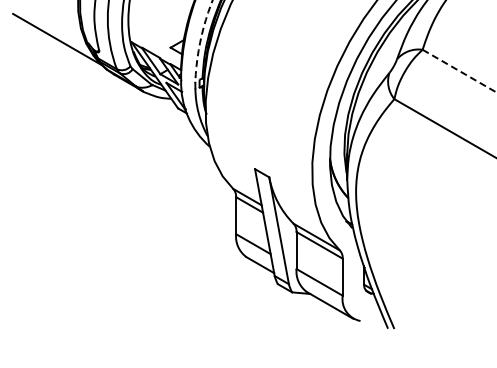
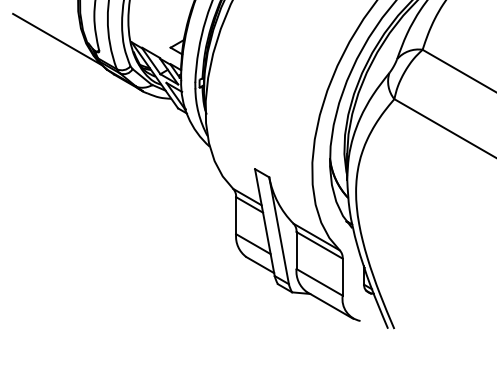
arc at (200, 41): dashed -> solid
line at (459, 71): dashed -> solid
